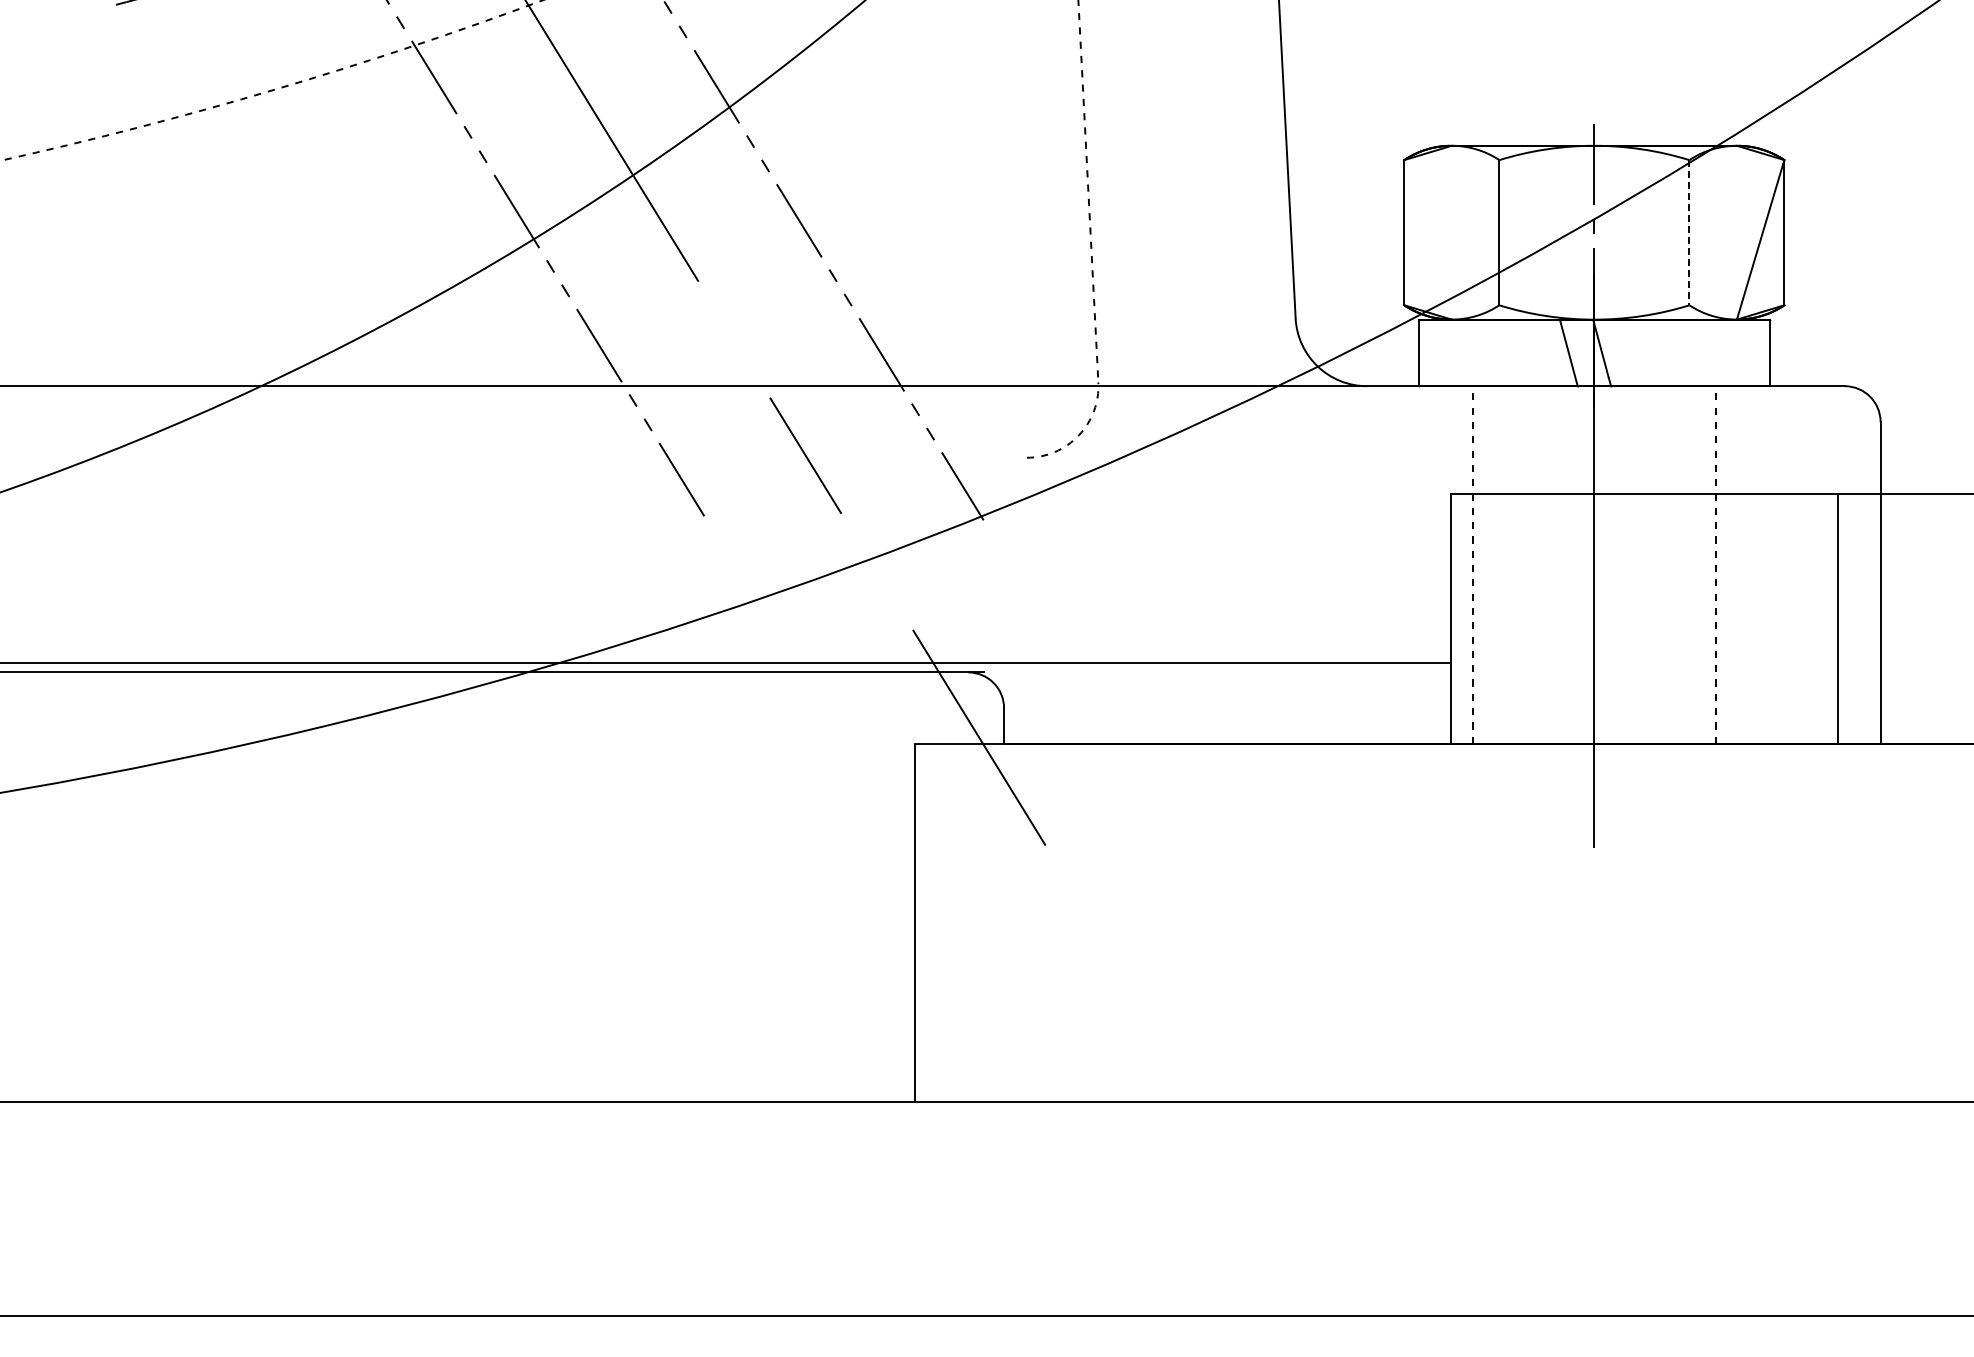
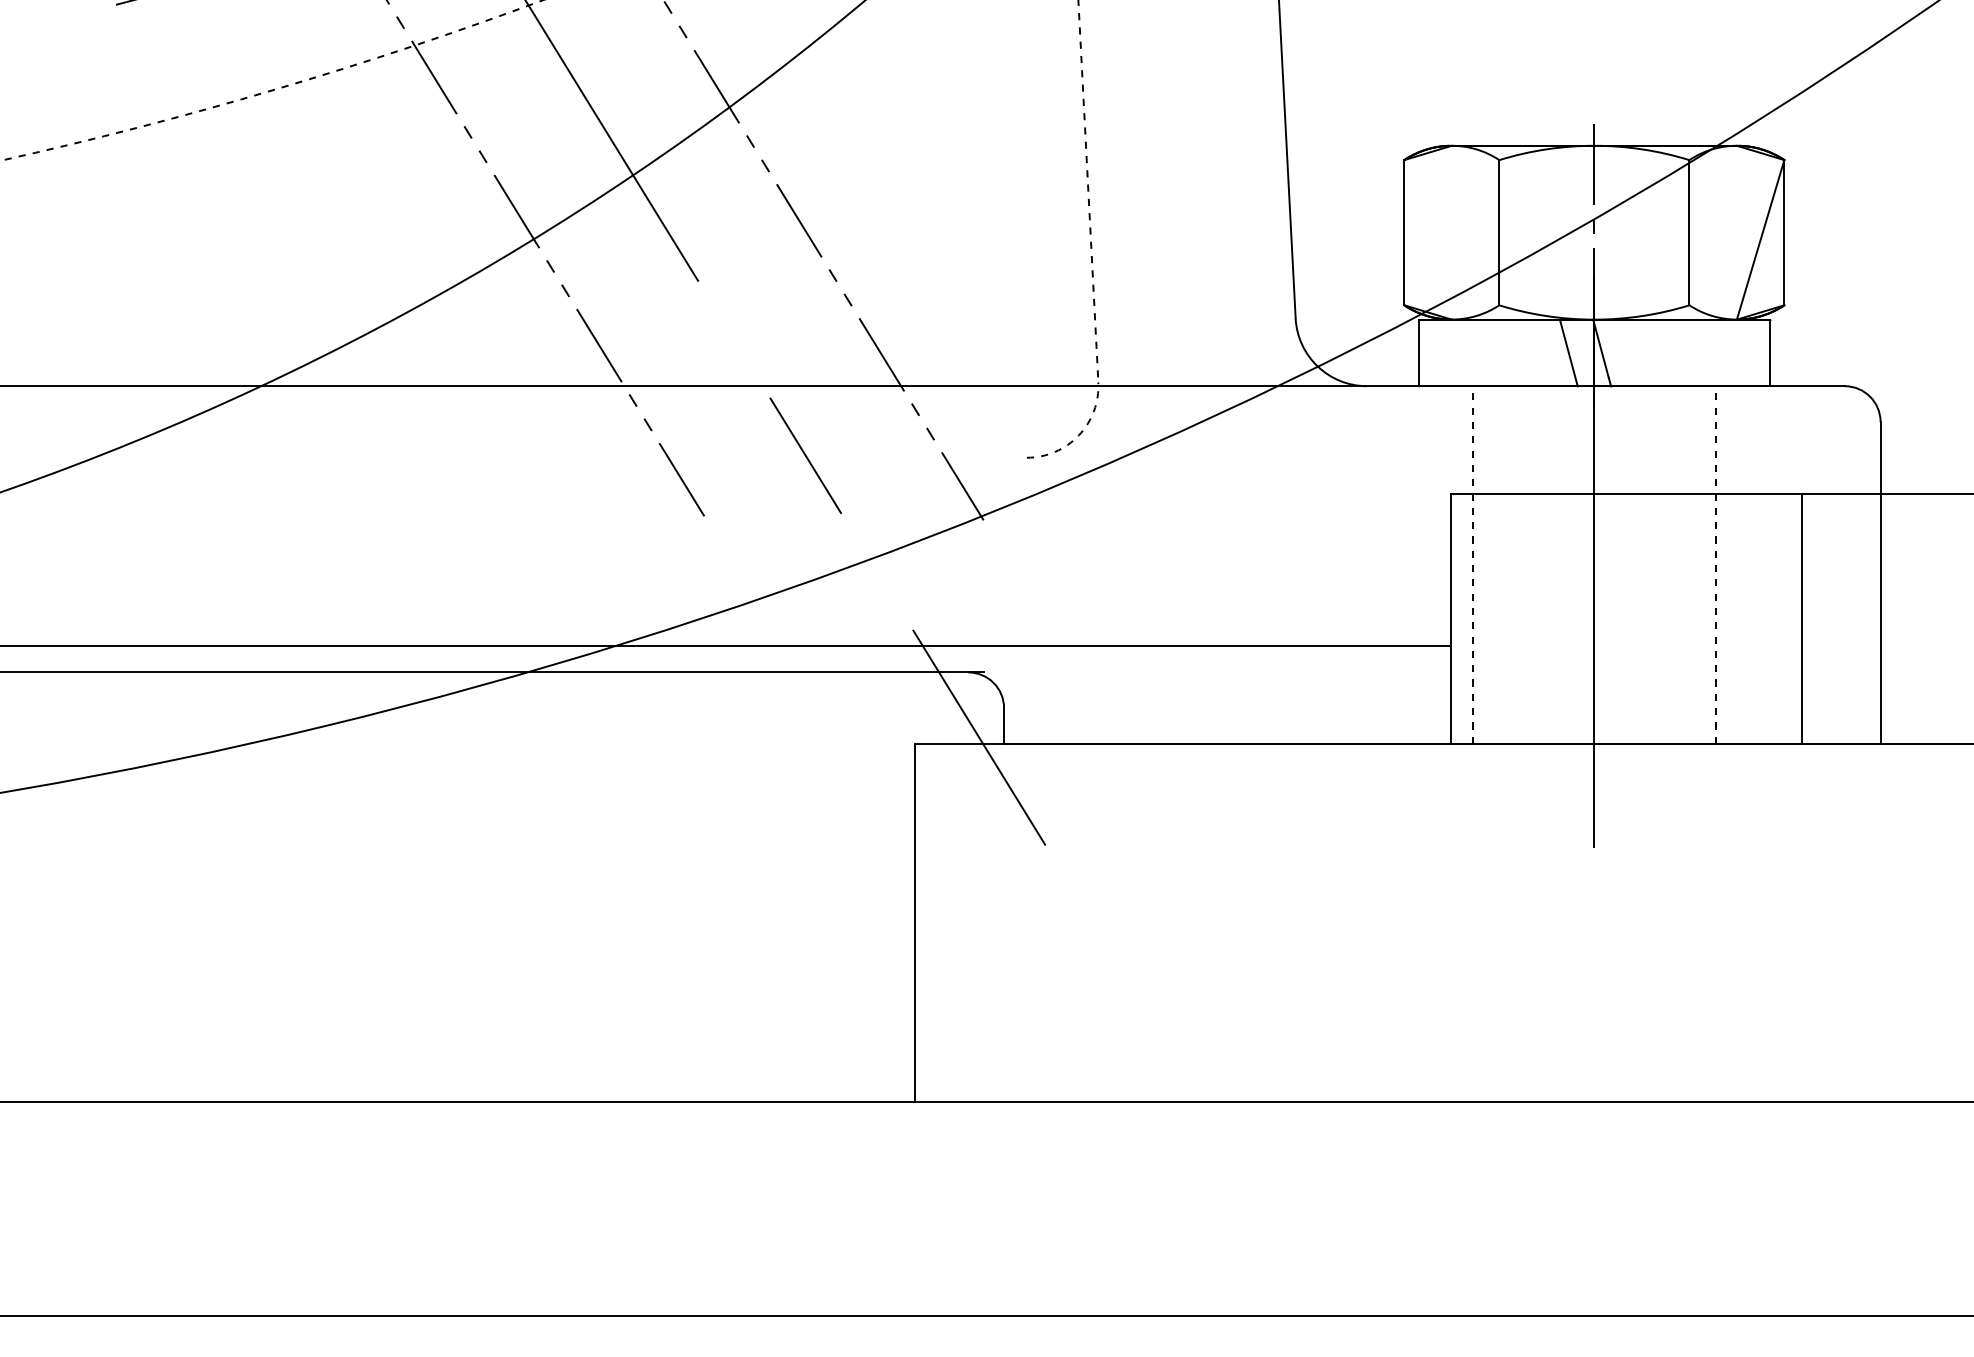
line at (1689, 232): dashed -> solid
line at (1837, 618) position: (1837, 618) -> (1801, 618)
line at (726, 662) position: (726, 662) -> (726, 645)
